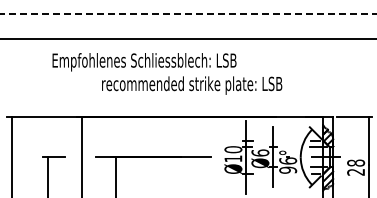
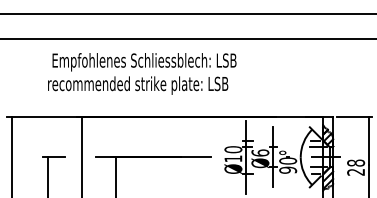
line at (188, 13): dashed -> solid
text at (192, 85) position: (192, 85) -> (138, 85)
text at (287, 160): 96° -> 90°
